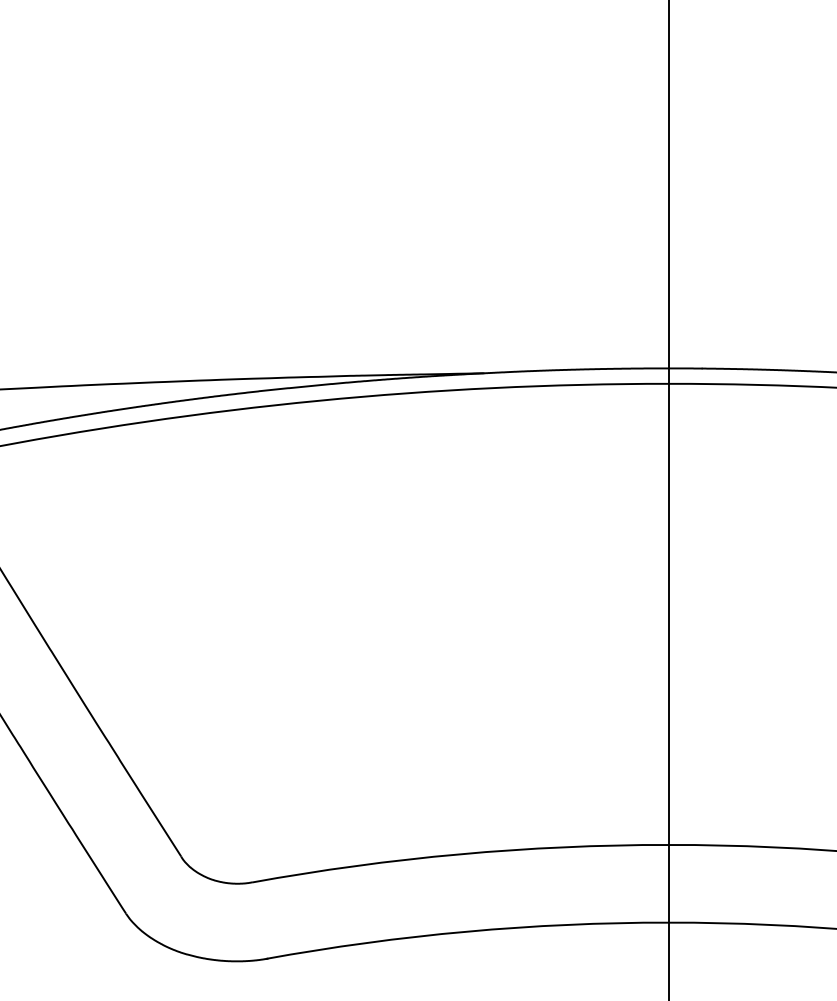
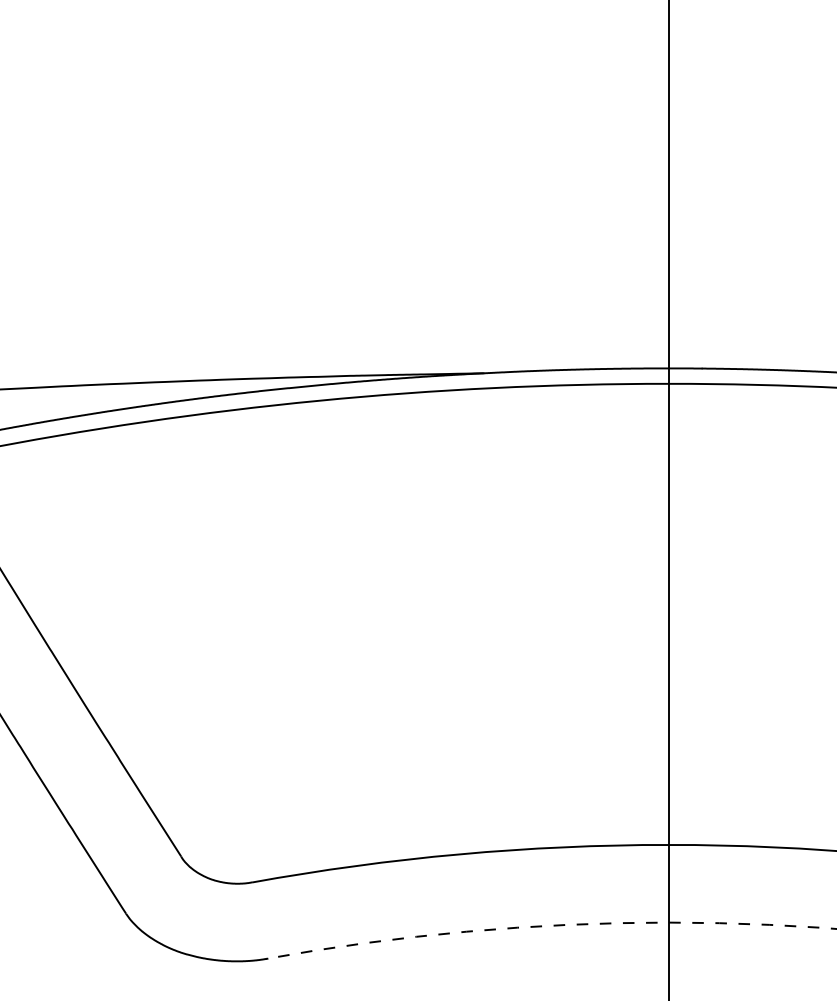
arc at (550, 925): solid -> dashed
